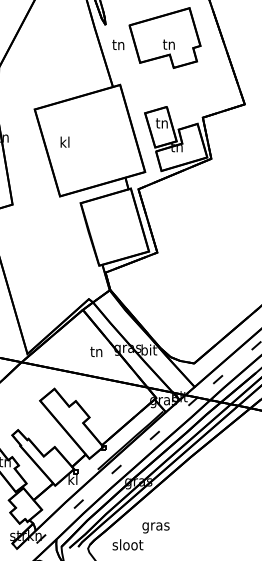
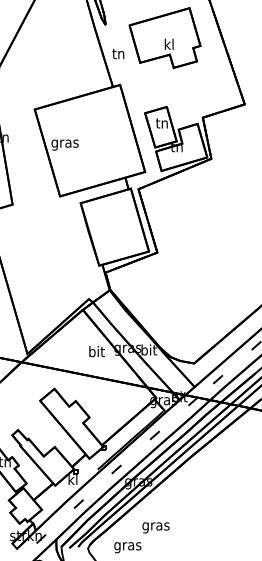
text at (168, 43): tn -> kl
text at (118, 44) position: (118, 44) -> (118, 53)
text at (64, 143): kl -> gras
text at (96, 351): tn -> bit
text at (127, 546): sloot -> gras
